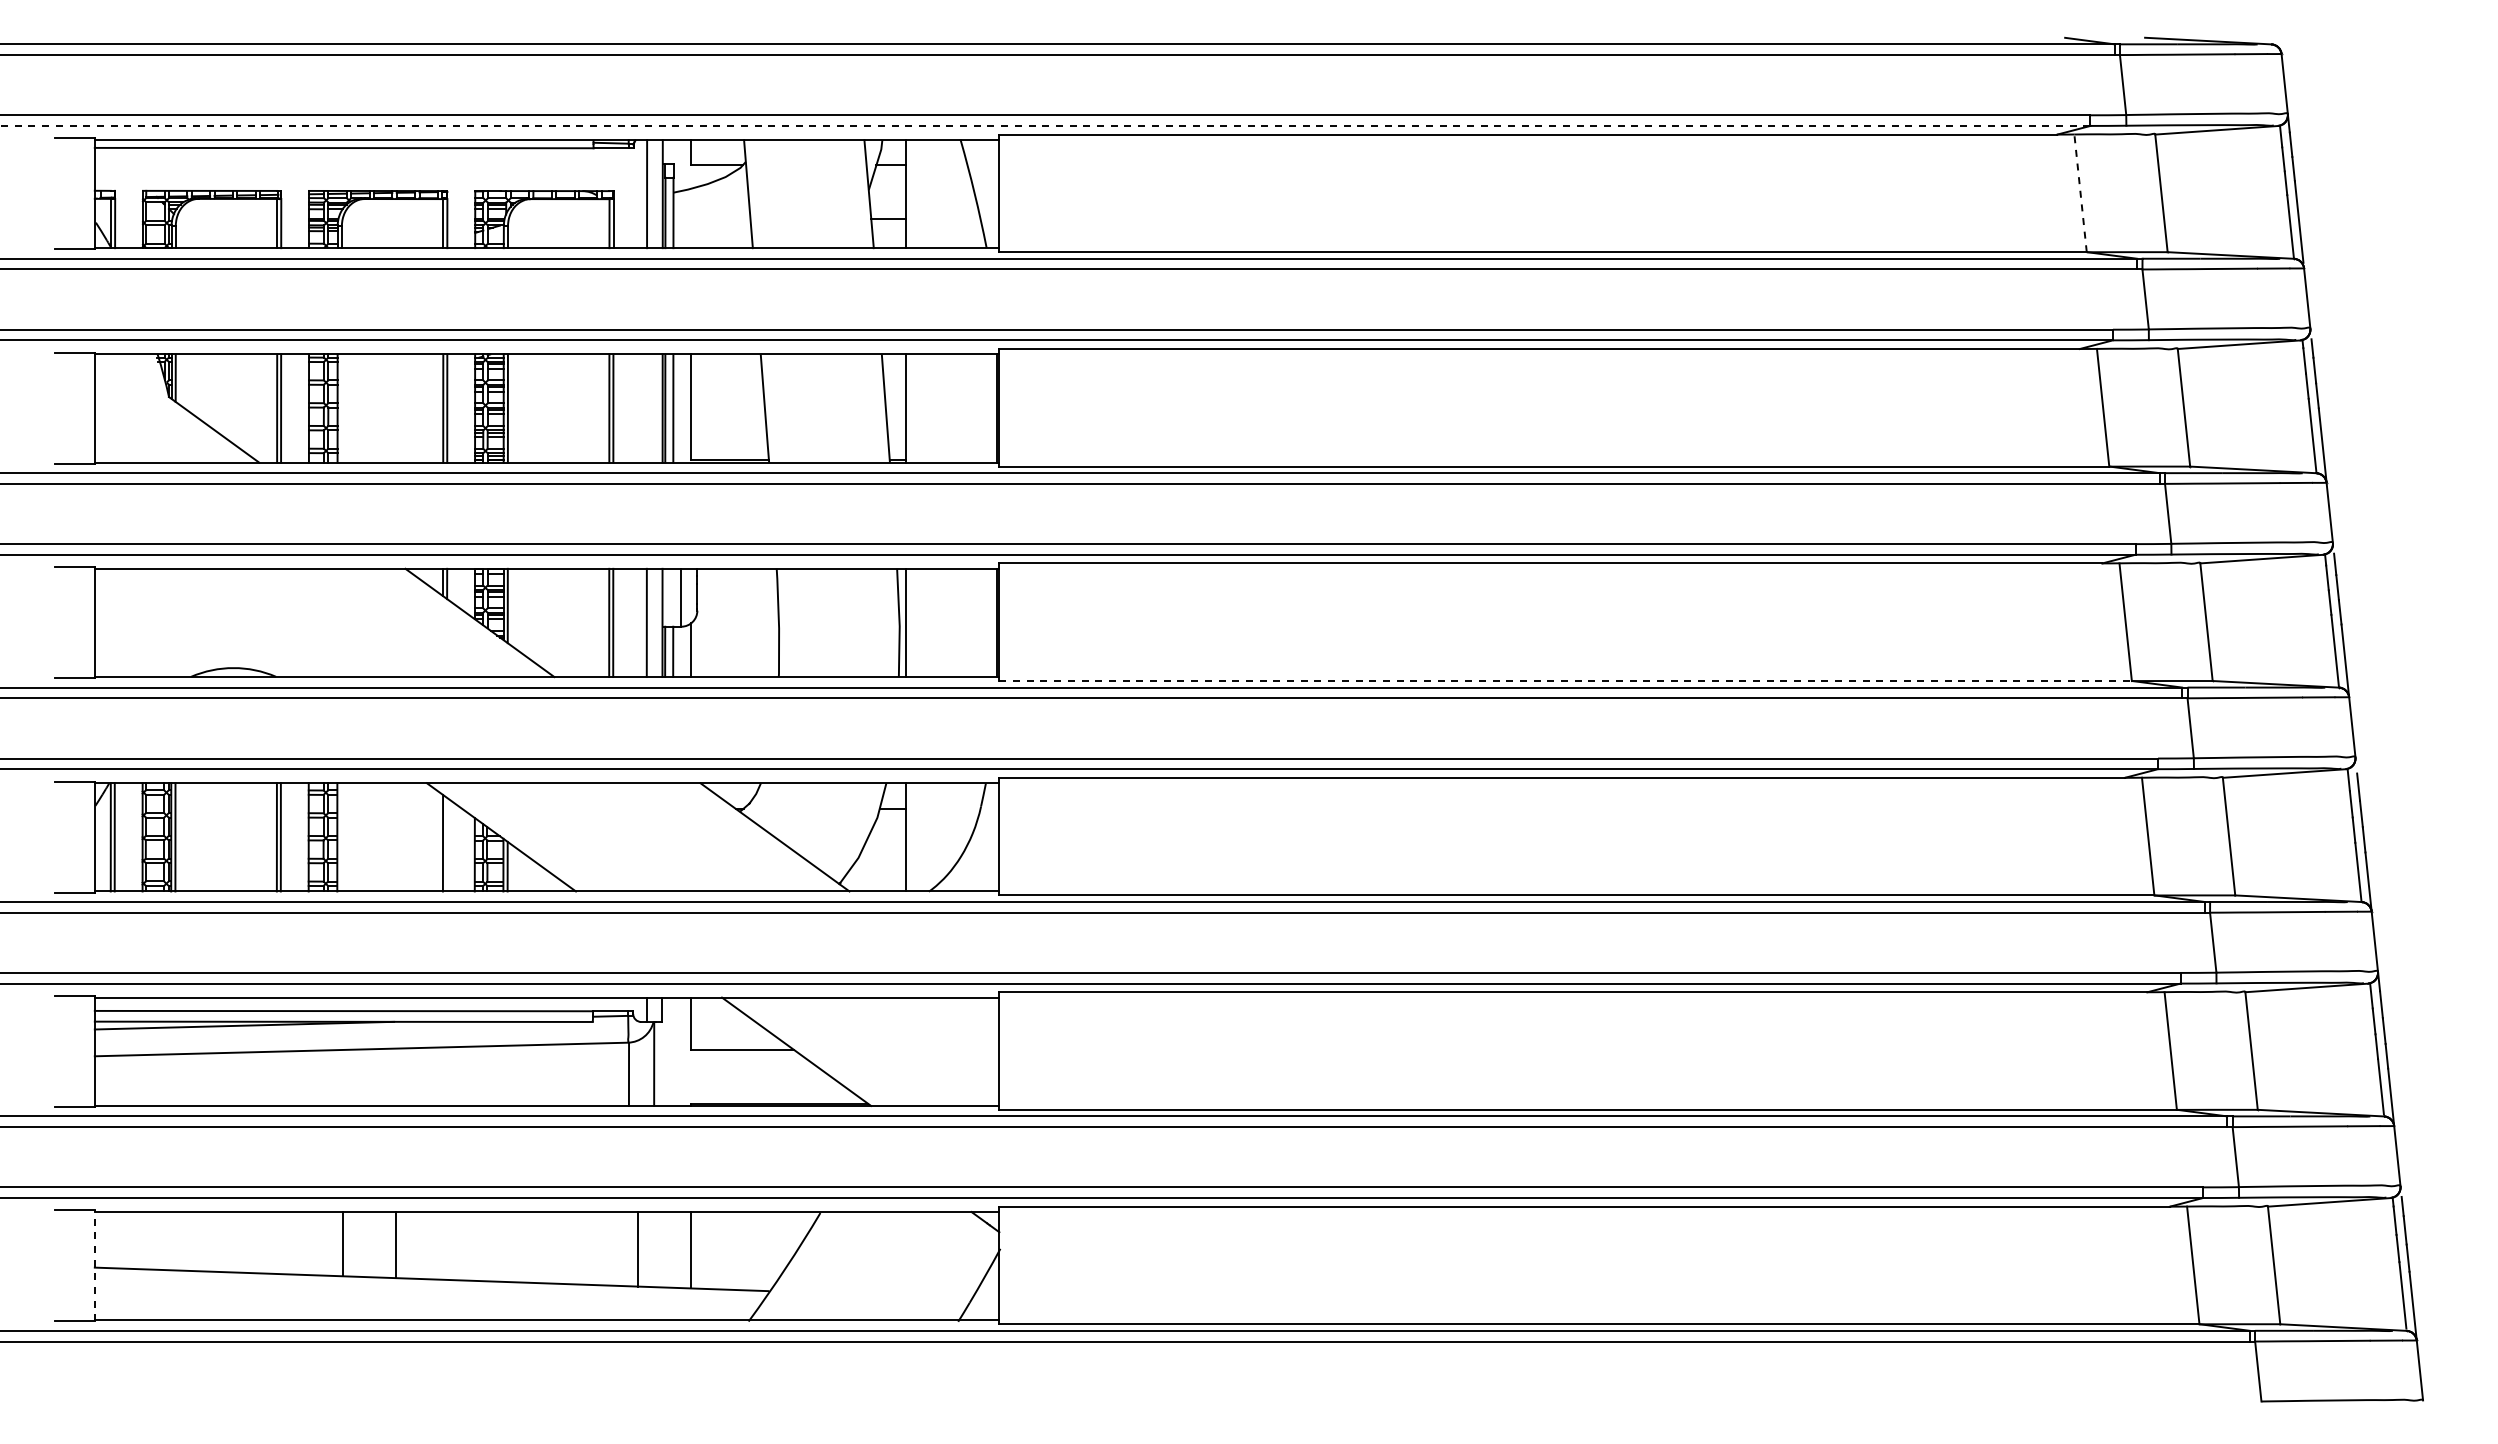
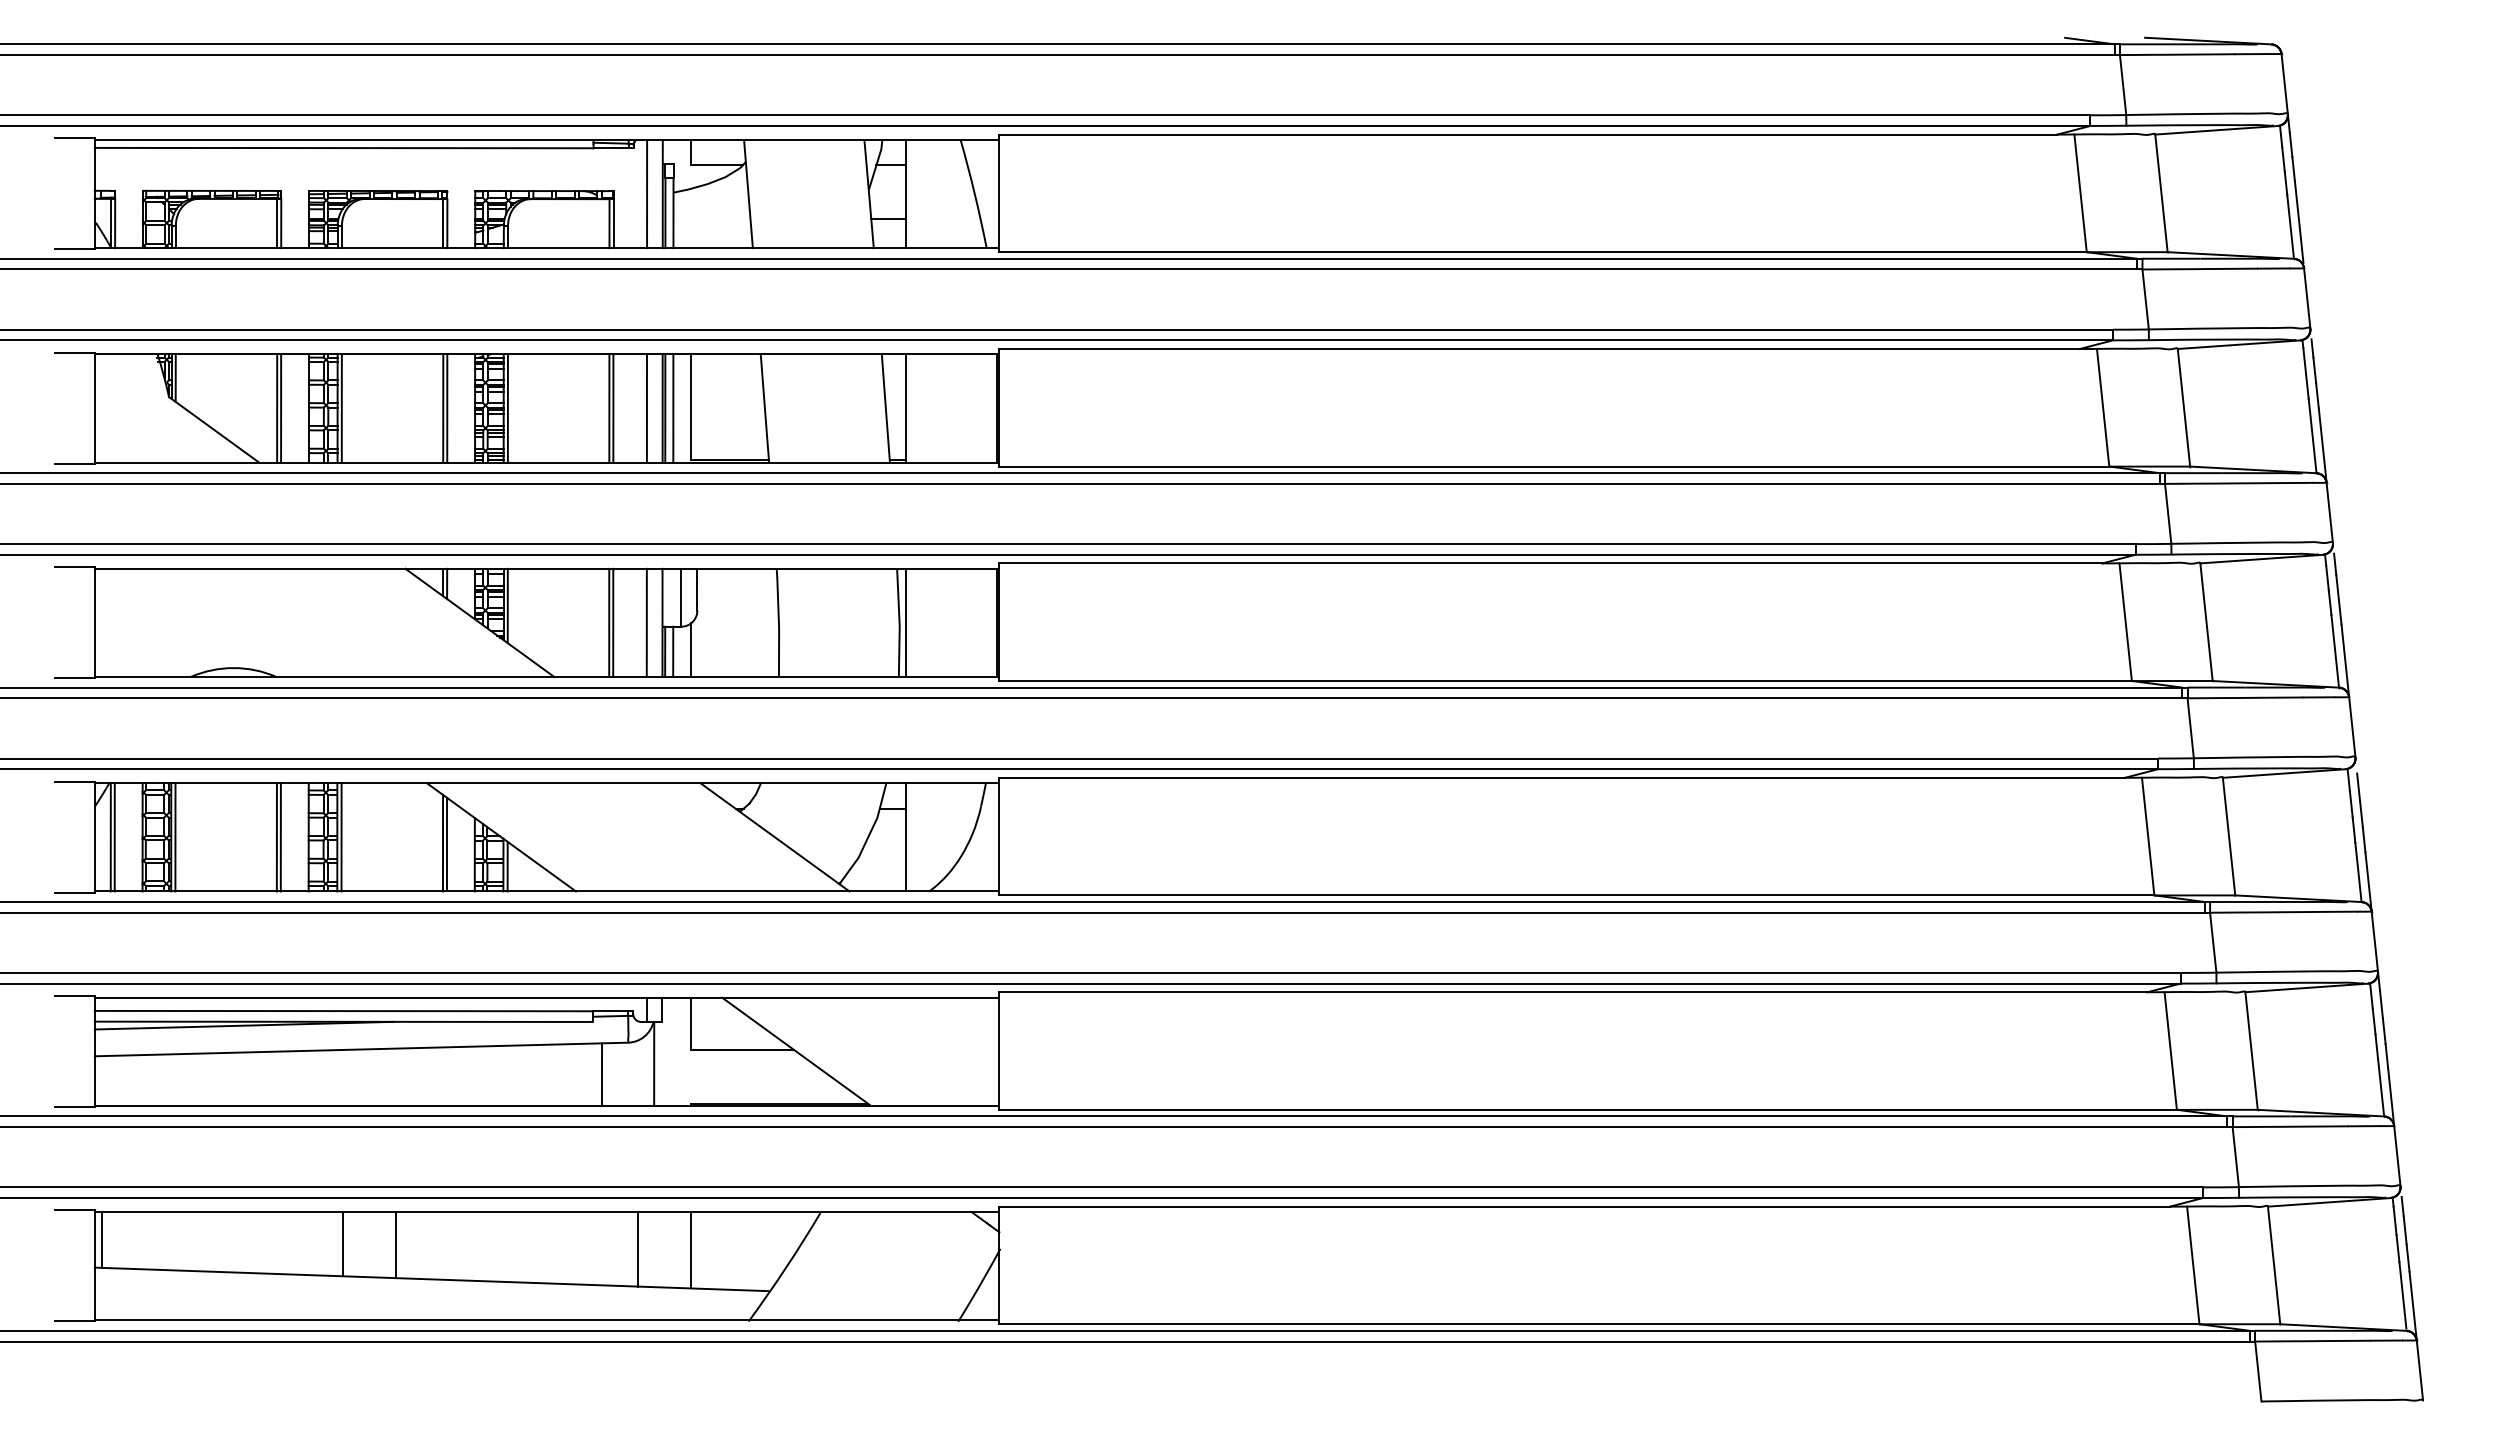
line at (1045, 125): dashed -> solid
line at (2080, 192): dashed -> solid
line at (341, 408): none -> present
line at (646, 408): none -> present
line at (1566, 681): dashed -> solid
line at (341, 837): none -> present
line at (446, 844): none -> present
line at (628, 1074) position: (628, 1074) -> (601, 1074)
line at (101, 1239): none -> present
line at (94, 1265): dashed -> solid
